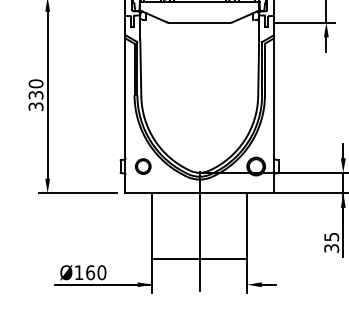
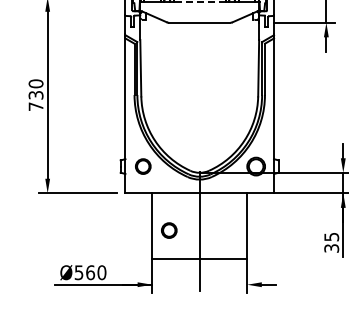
line at (199, 2): solid -> dashed
text at (35, 106): 330 -> 730
circle at (169, 230): none -> present
text at (78, 272): Ø160 -> Ø560
